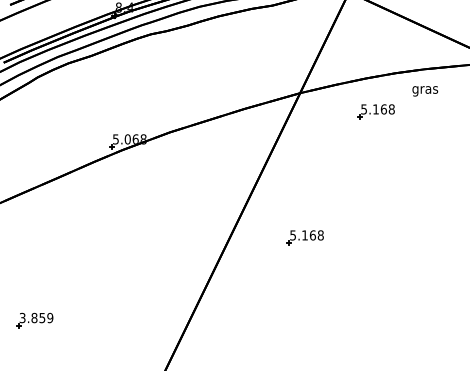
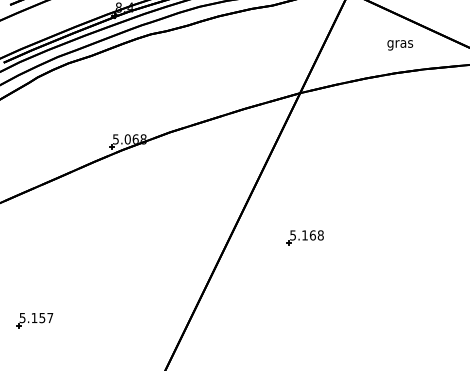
text at (425, 91) position: (425, 91) -> (400, 45)
part at (375, 111): present -> none
text at (36, 317): 3.859 -> 5.157
